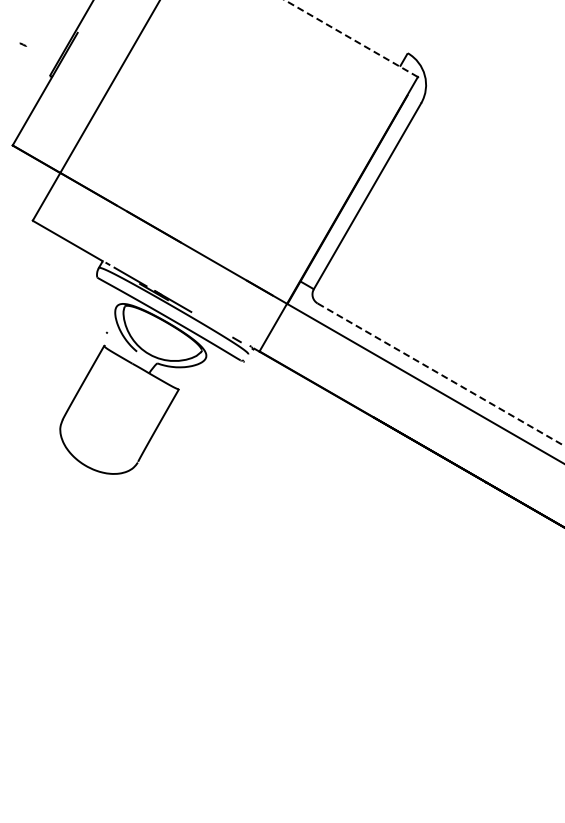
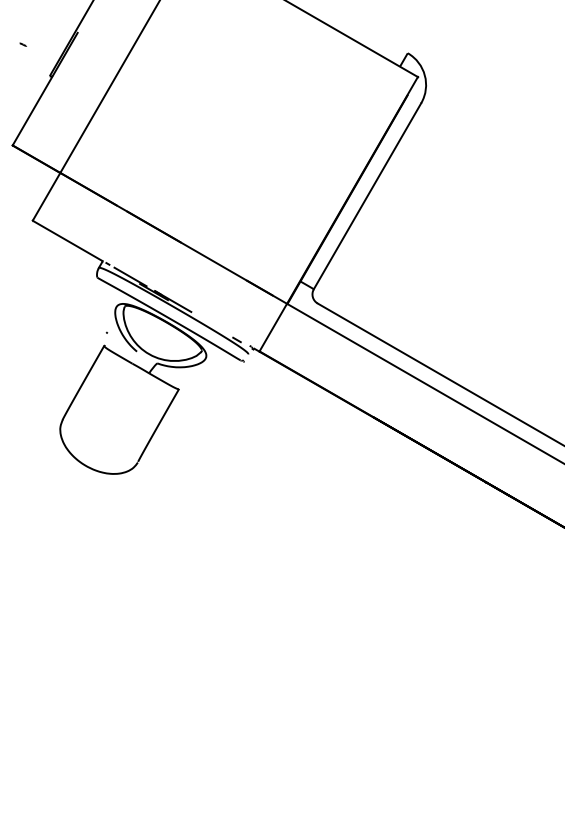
line at (351, 38): dashed -> solid
line at (441, 374): dashed -> solid
